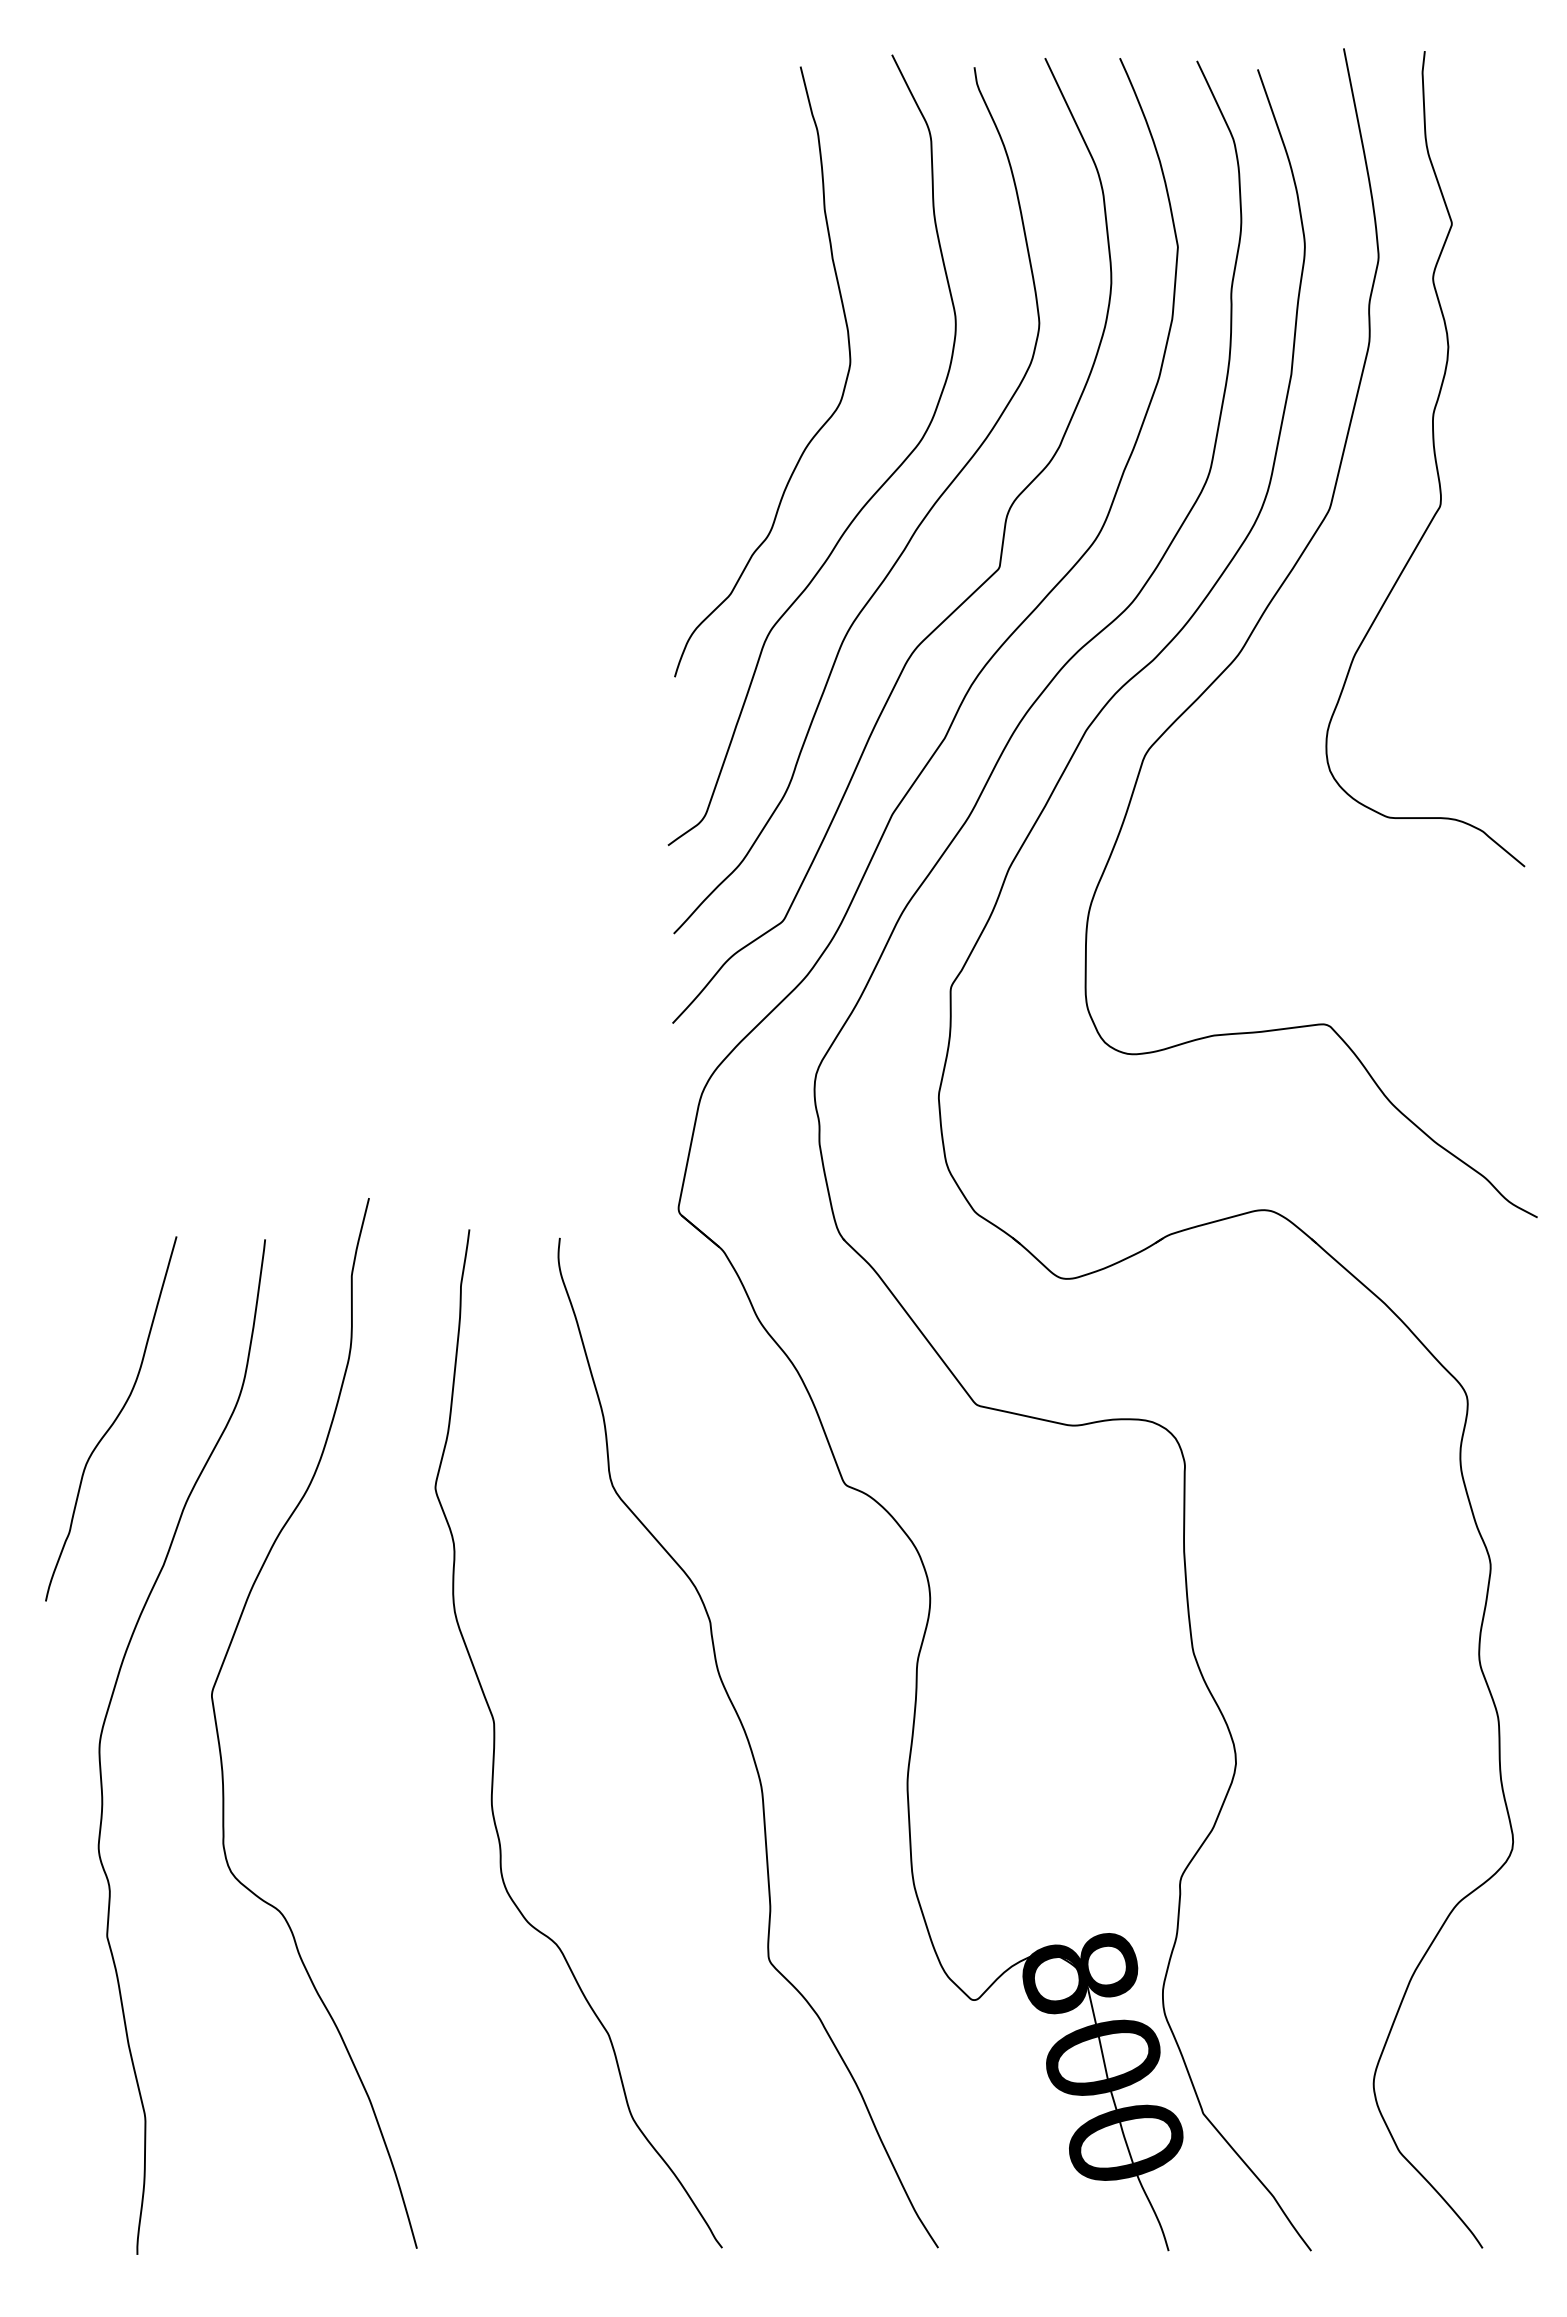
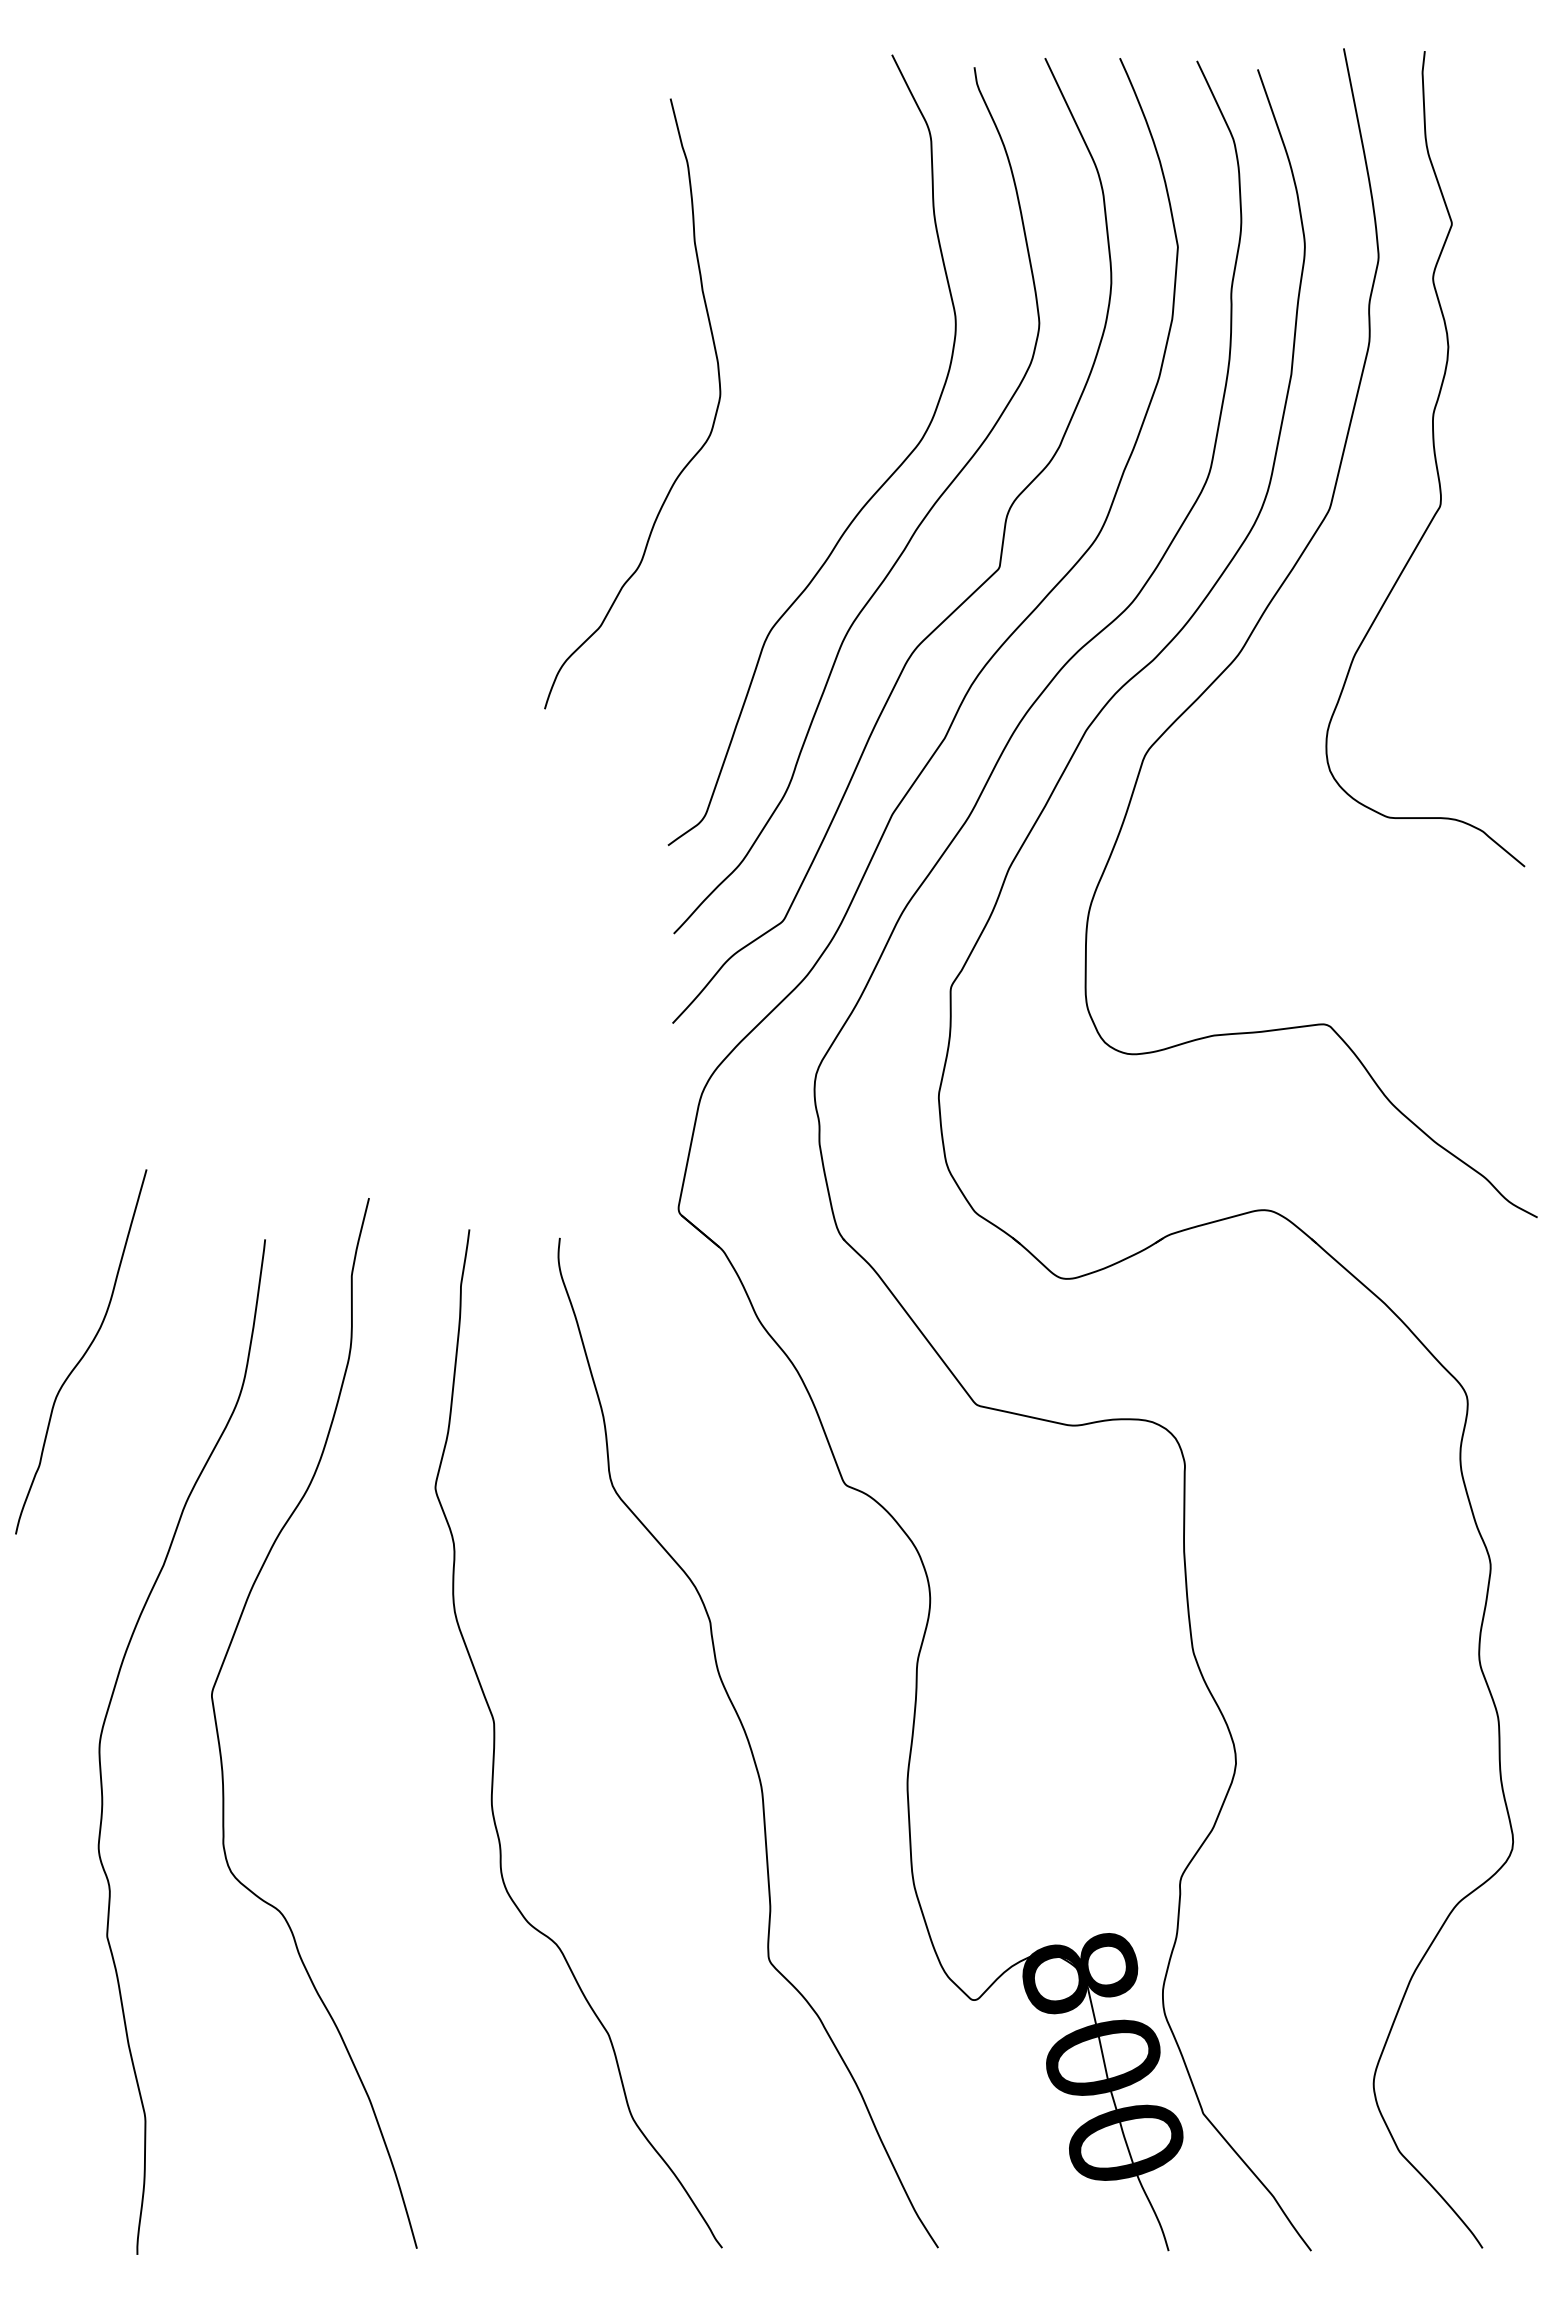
curve at (823, 423) position: (823, 423) -> (693, 455)
curve at (114, 1419) position: (114, 1419) -> (84, 1352)
